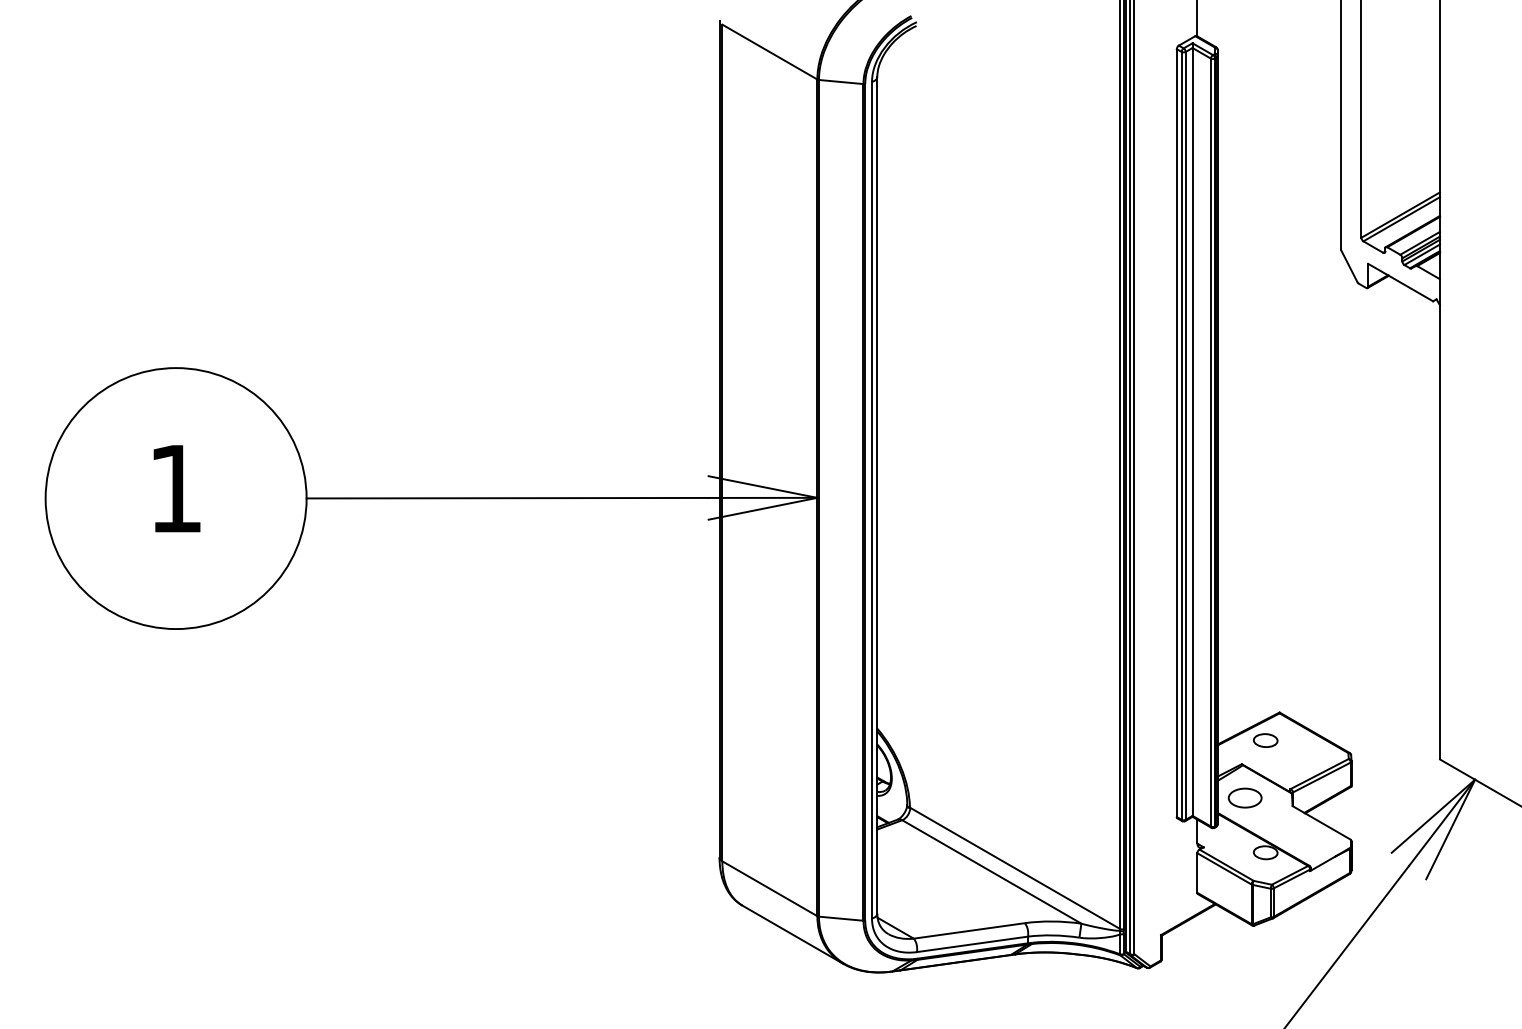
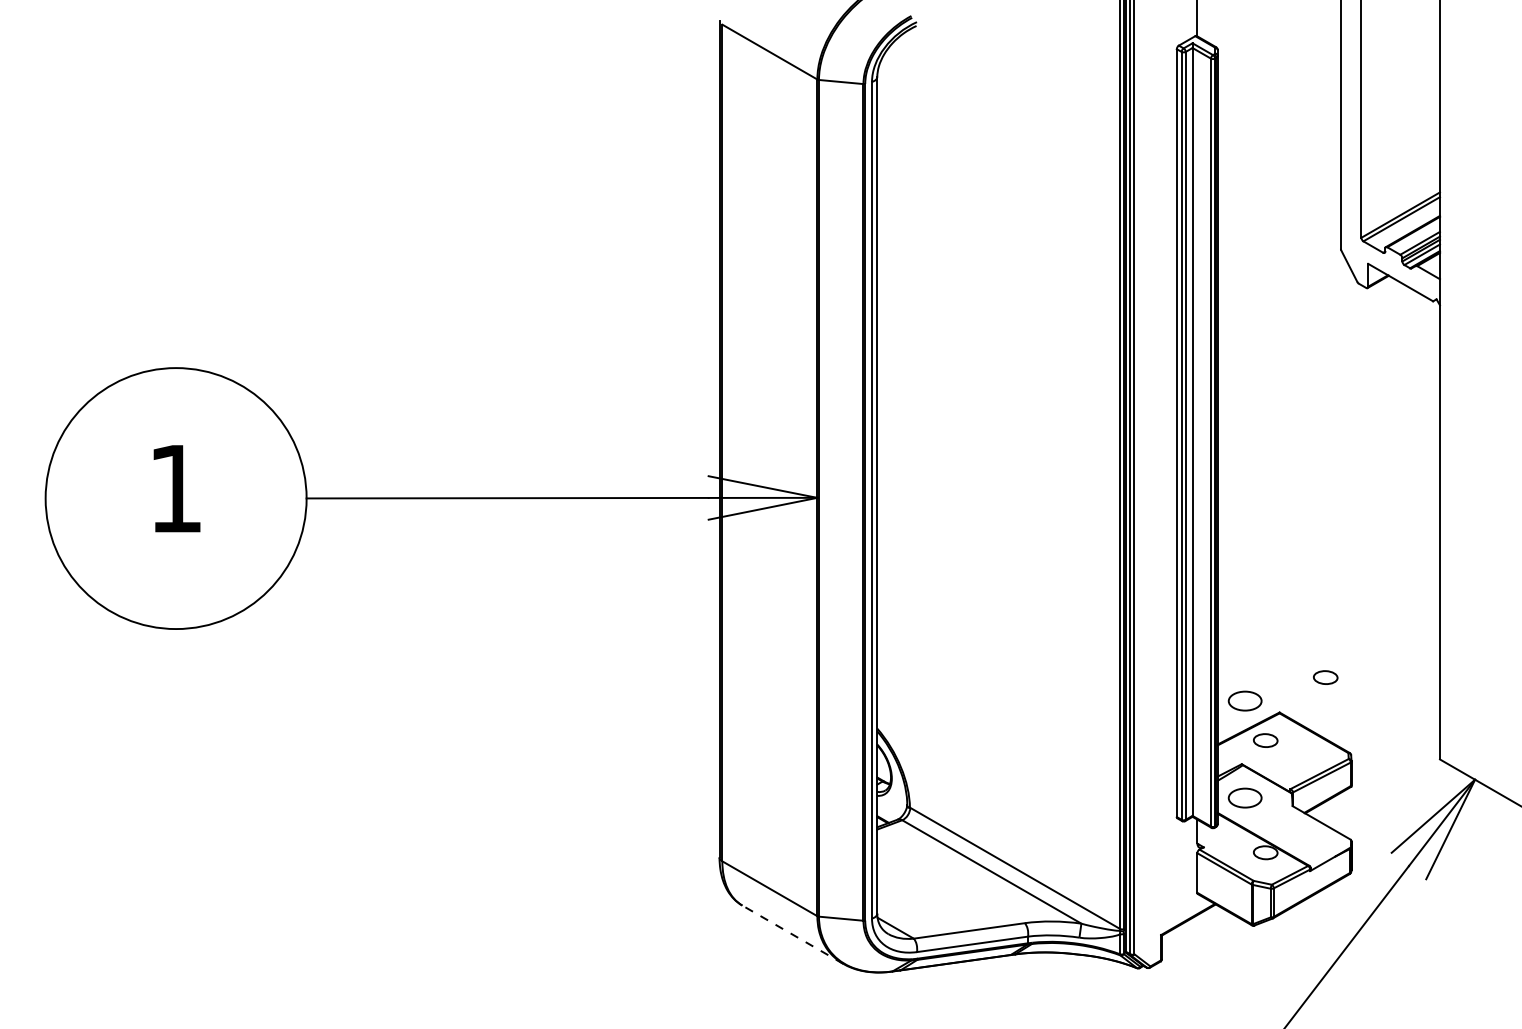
part at (1325, 677): none -> present
part at (1244, 700): none -> present
line at (792, 934): solid -> dashed
